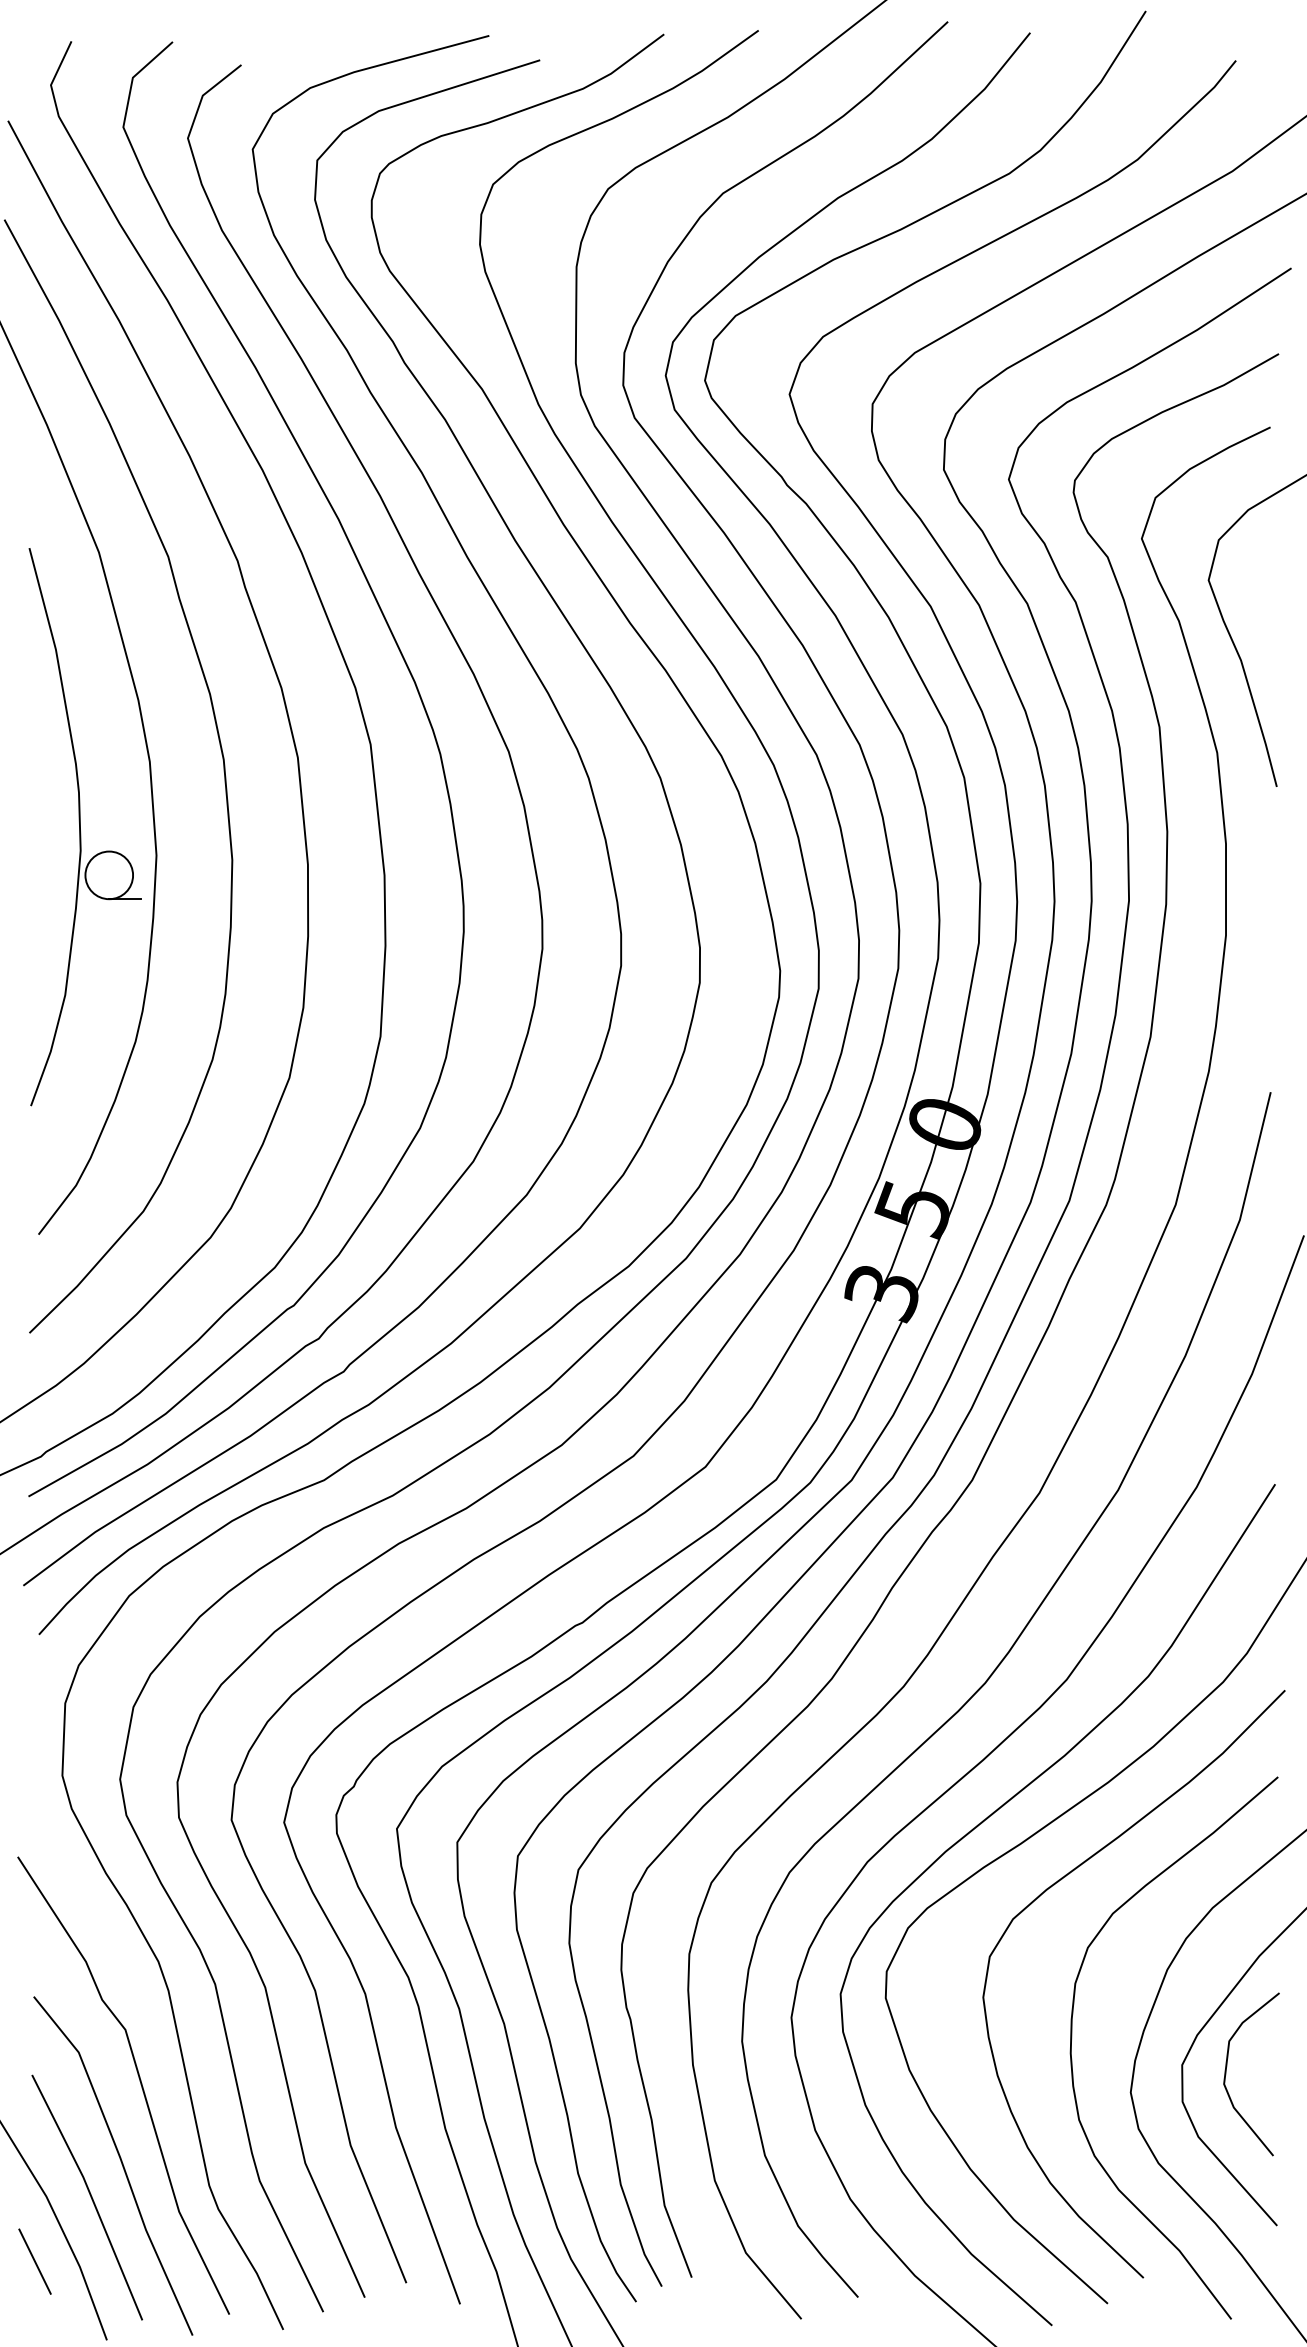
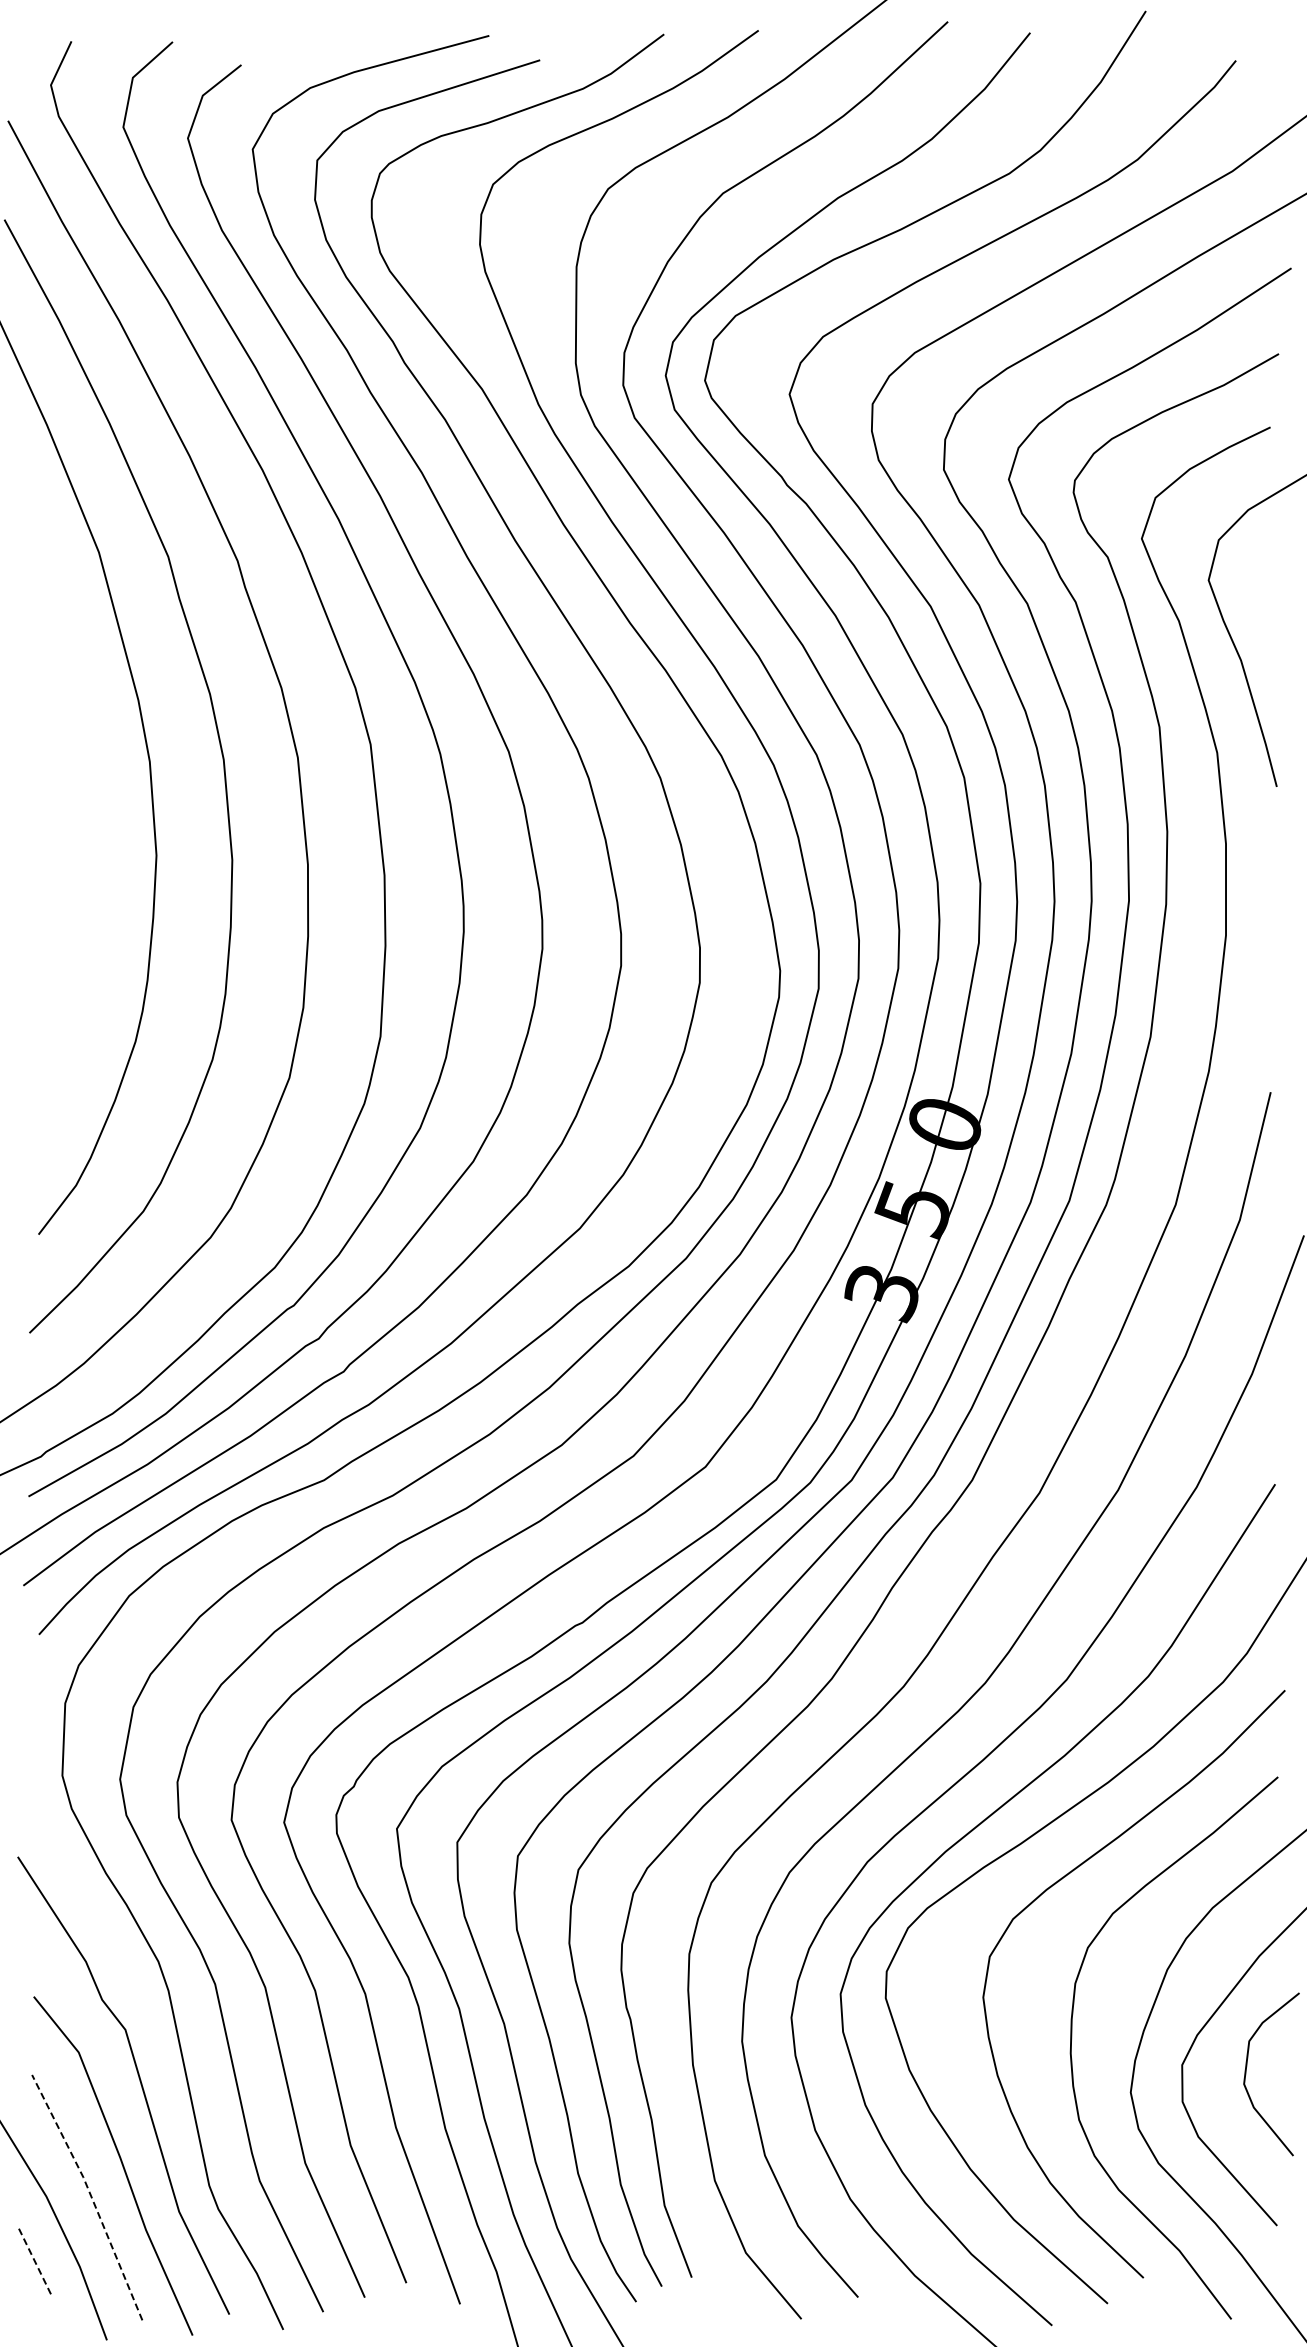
part at (84, 827): present -> none
curve at (1226, 2074) position: (1226, 2074) -> (1246, 2074)
line at (90, 2194): solid -> dashed
line at (35, 2261): solid -> dashed
